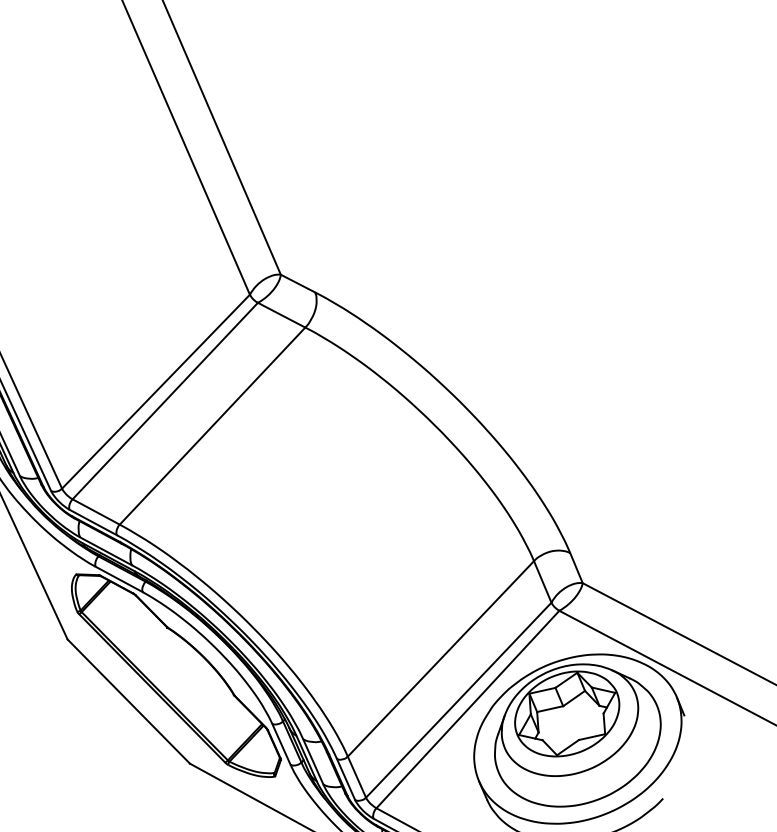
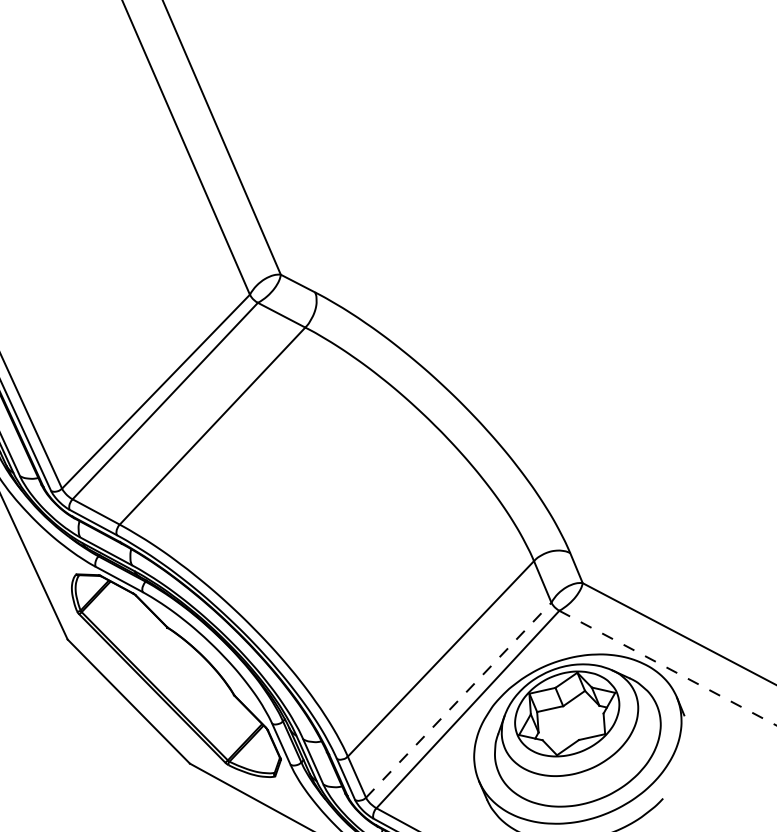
line at (668, 668): solid -> dashed
line at (458, 700): solid -> dashed
